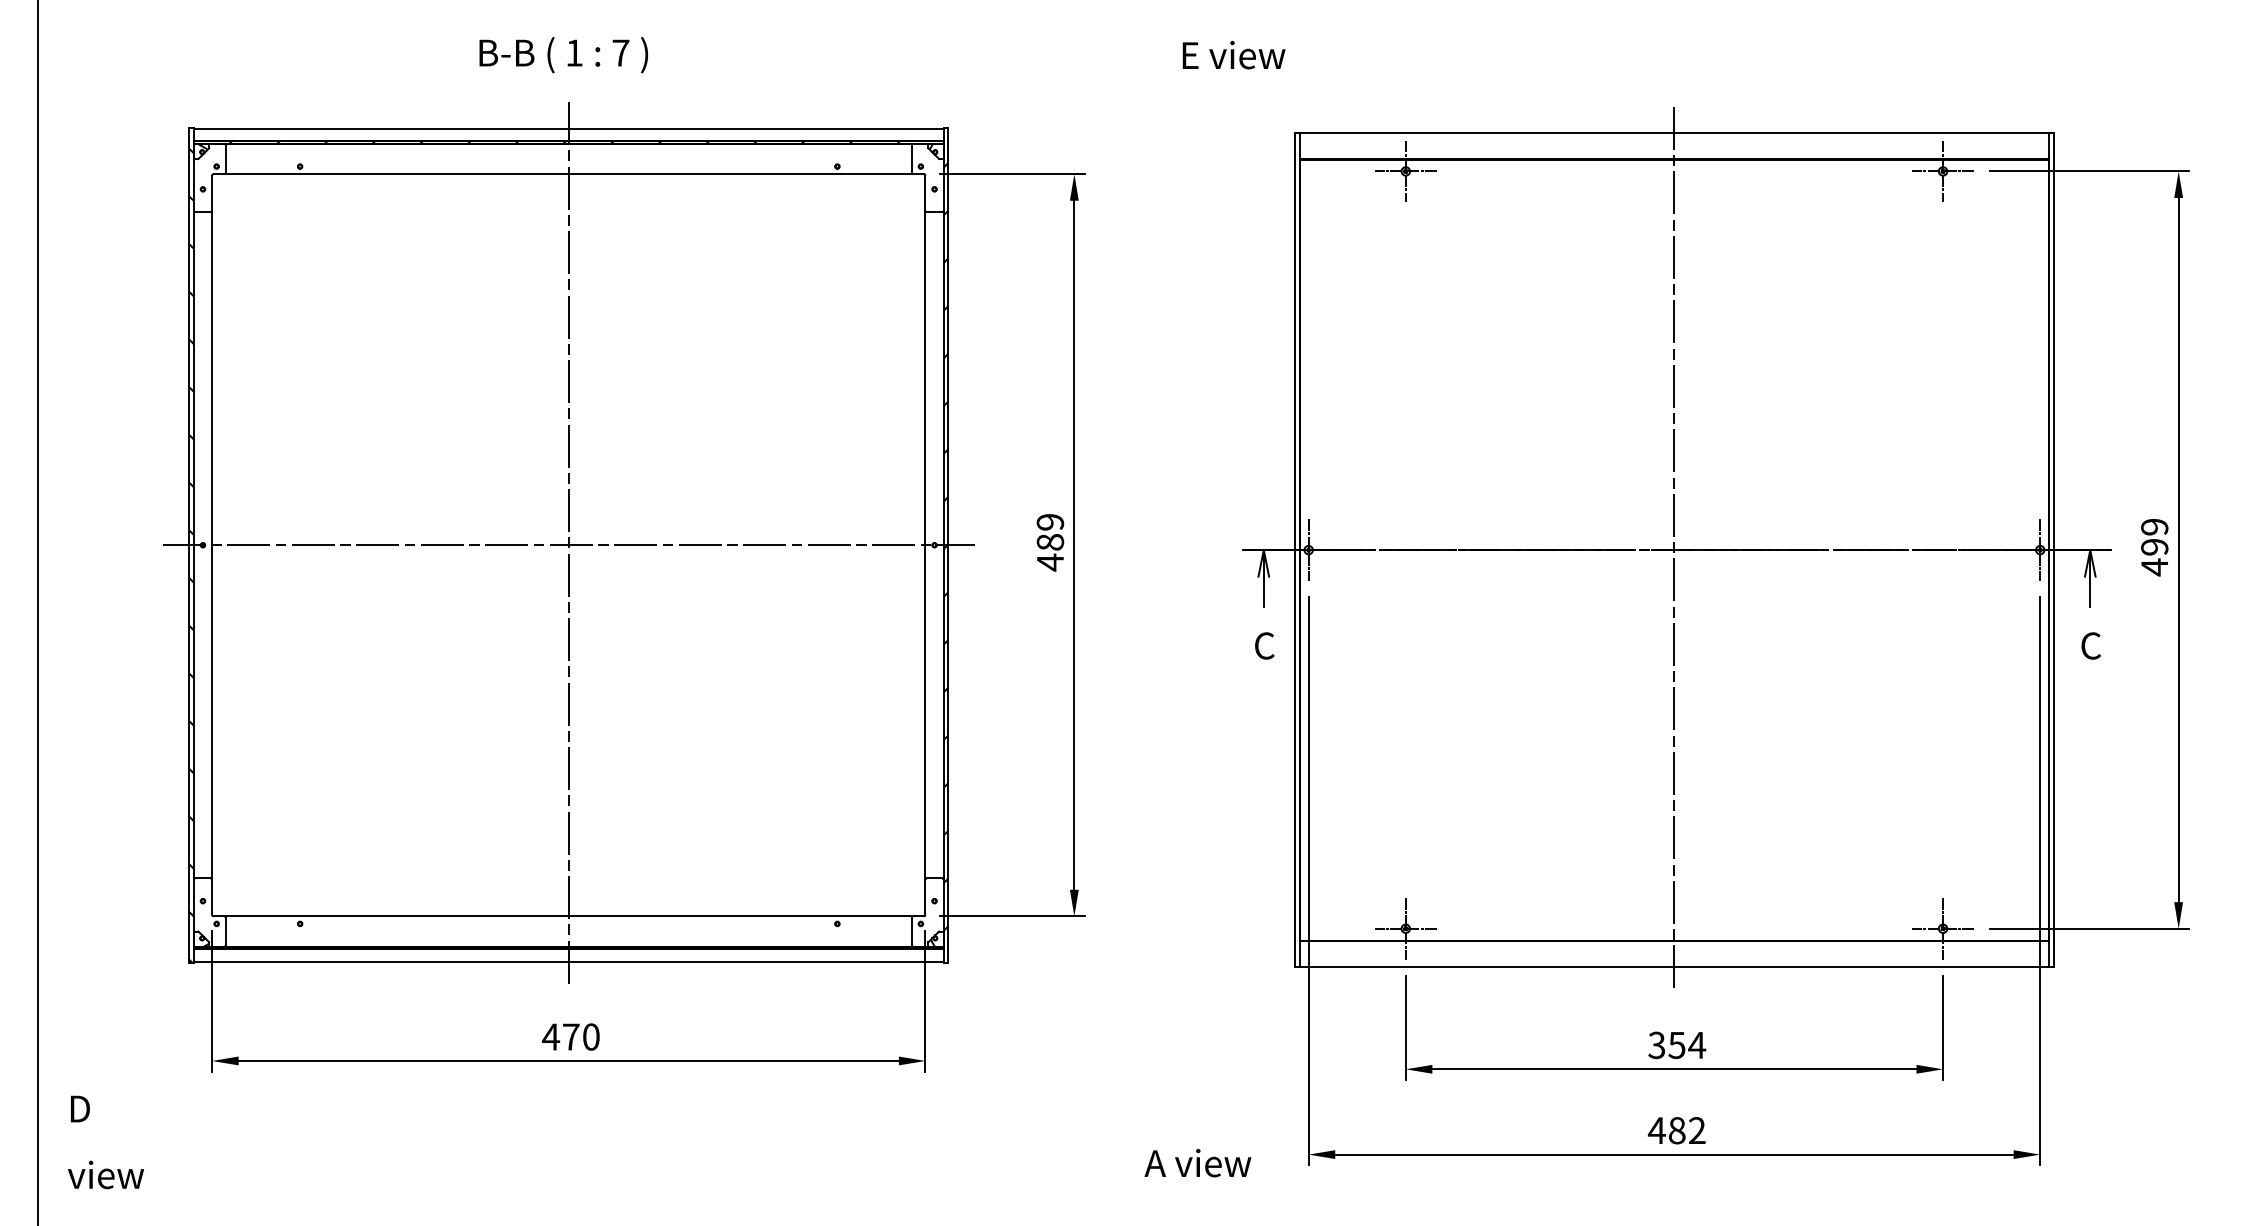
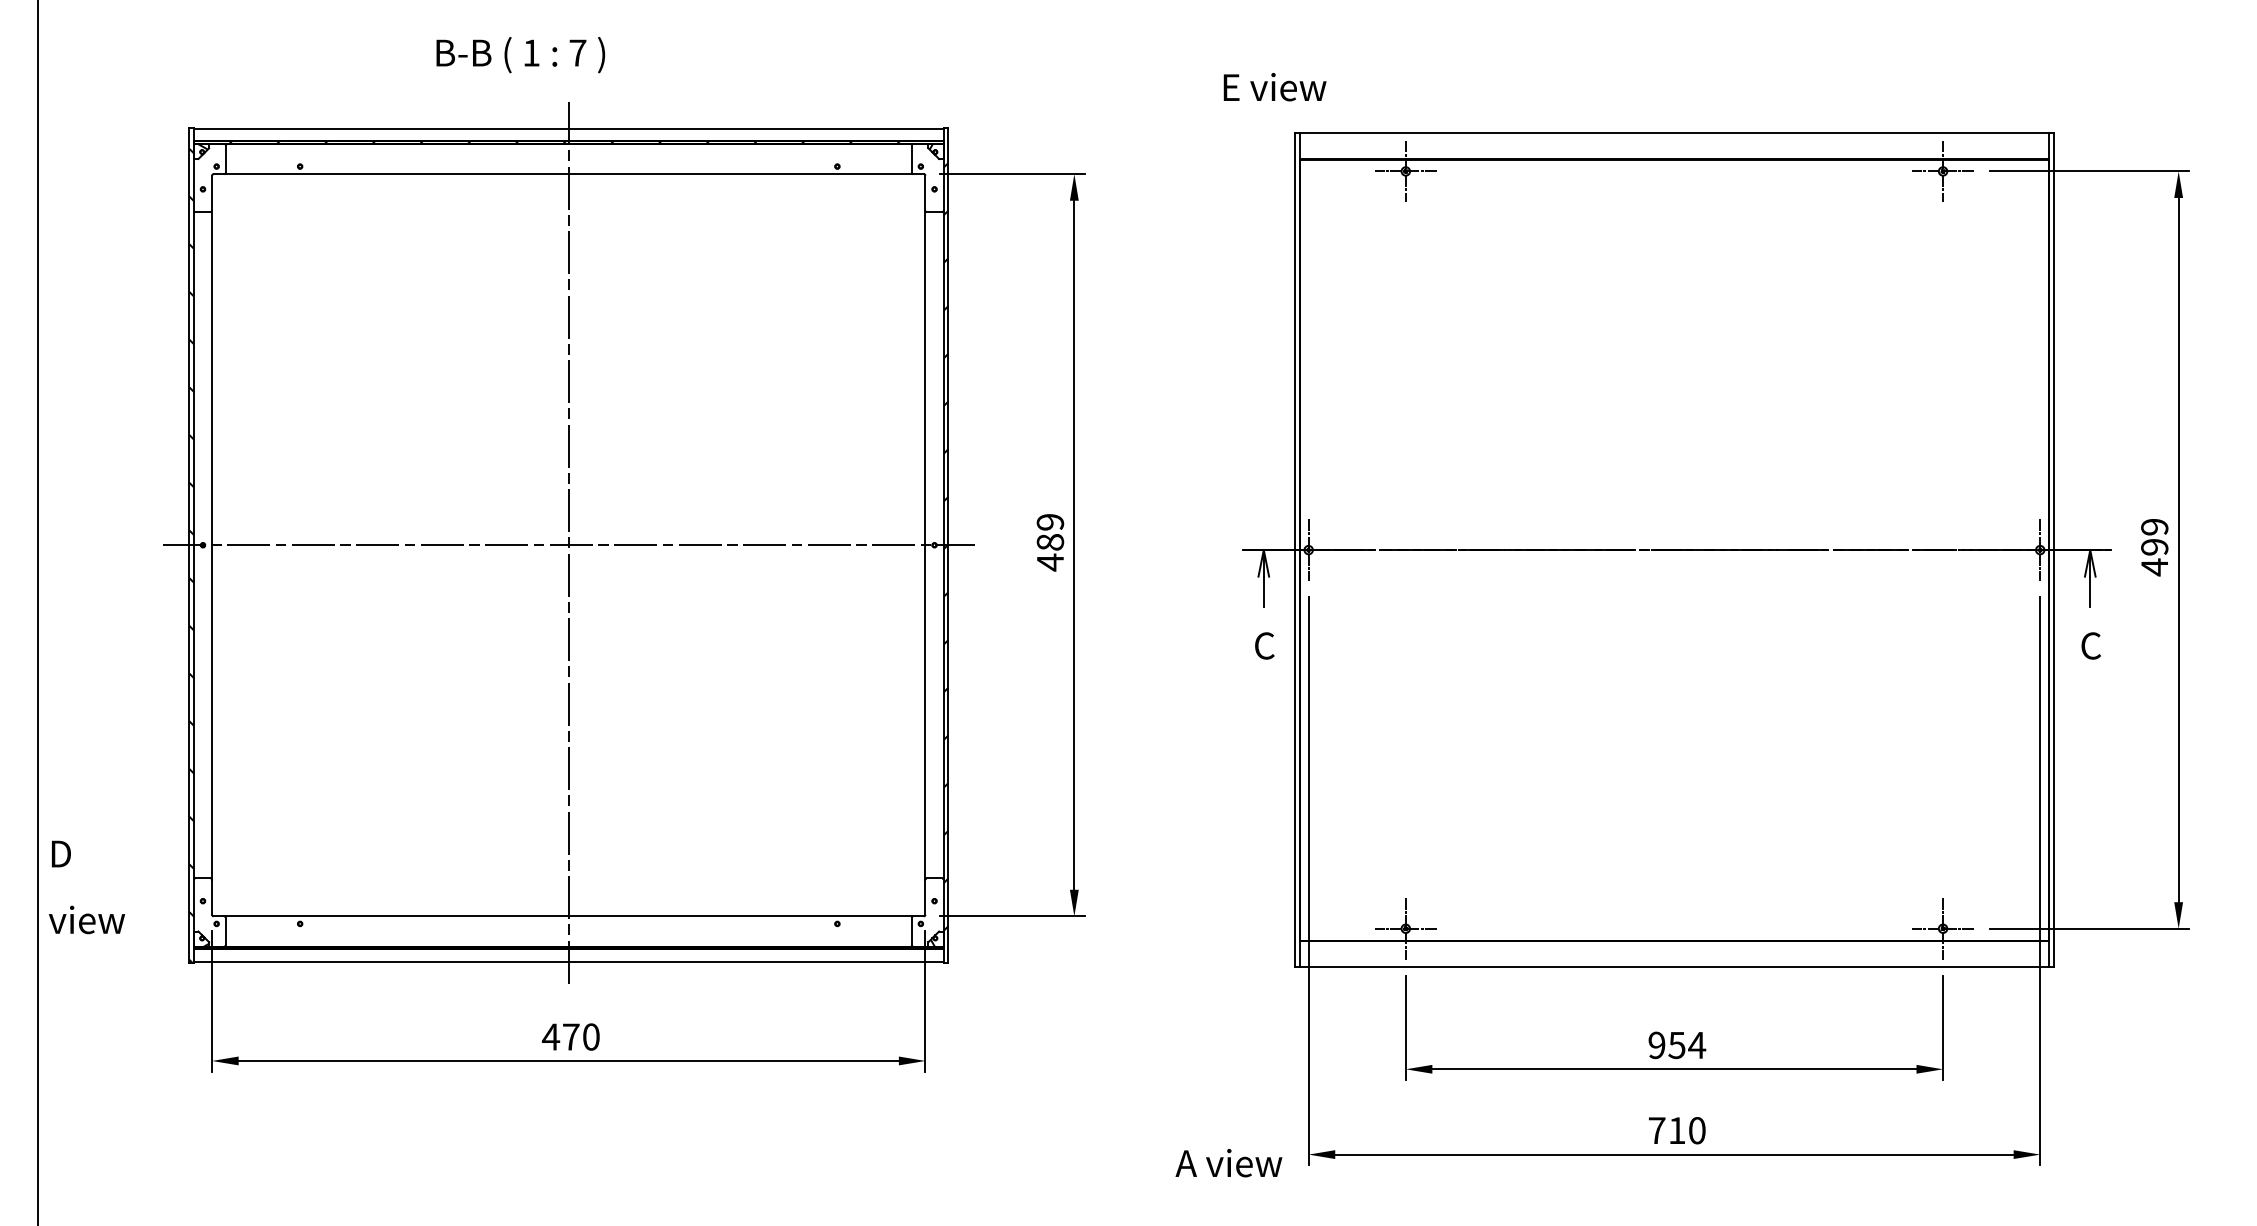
text at (563, 55) position: (563, 55) -> (520, 55)
text at (1233, 55) position: (1233, 55) -> (1274, 87)
line at (1674, 549): present -> none
text at (1656, 1045): 354 -> 954
text at (1676, 1130): 482 -> 710
text at (106, 1142) position: (106, 1142) -> (87, 887)
text at (1197, 1163) position: (1197, 1163) -> (1228, 1163)
